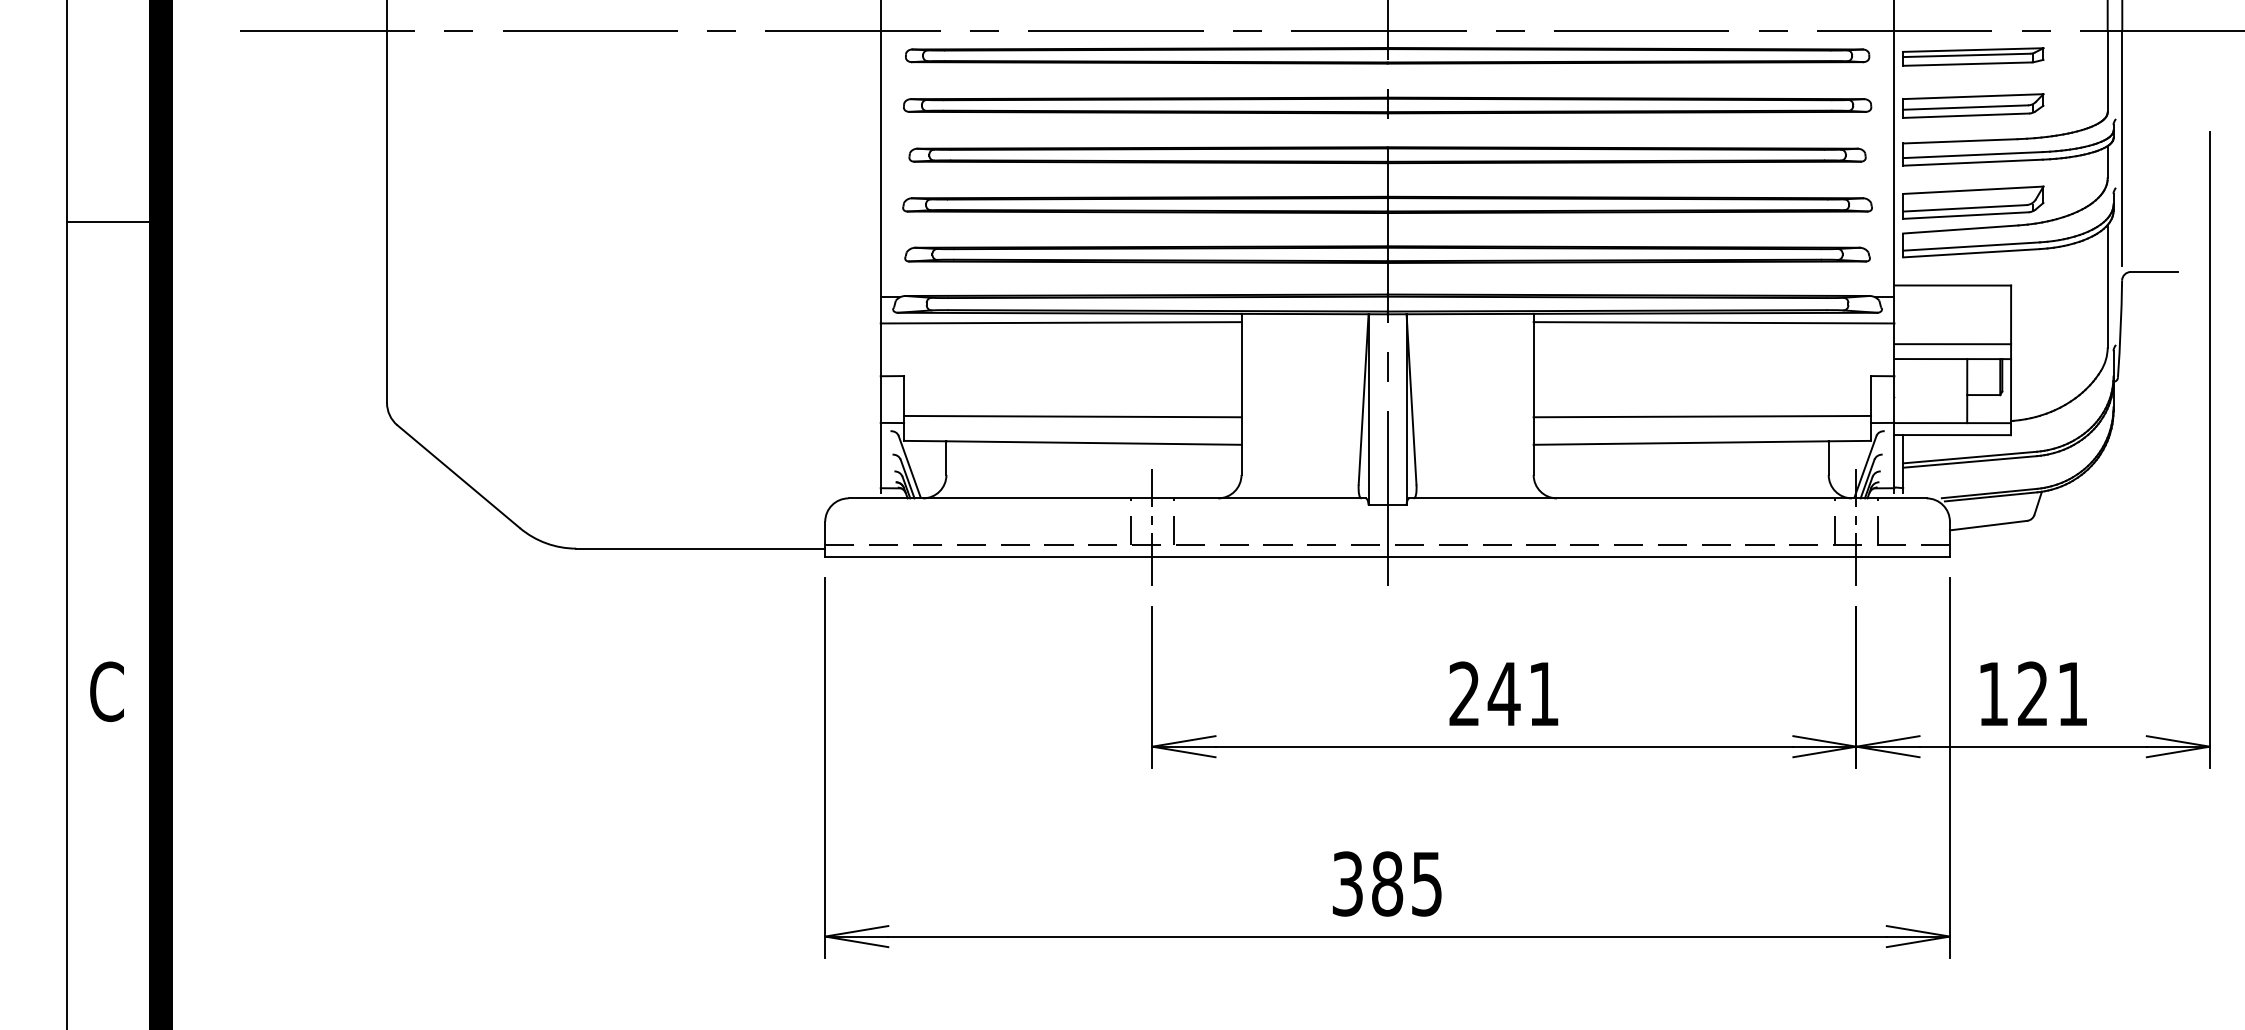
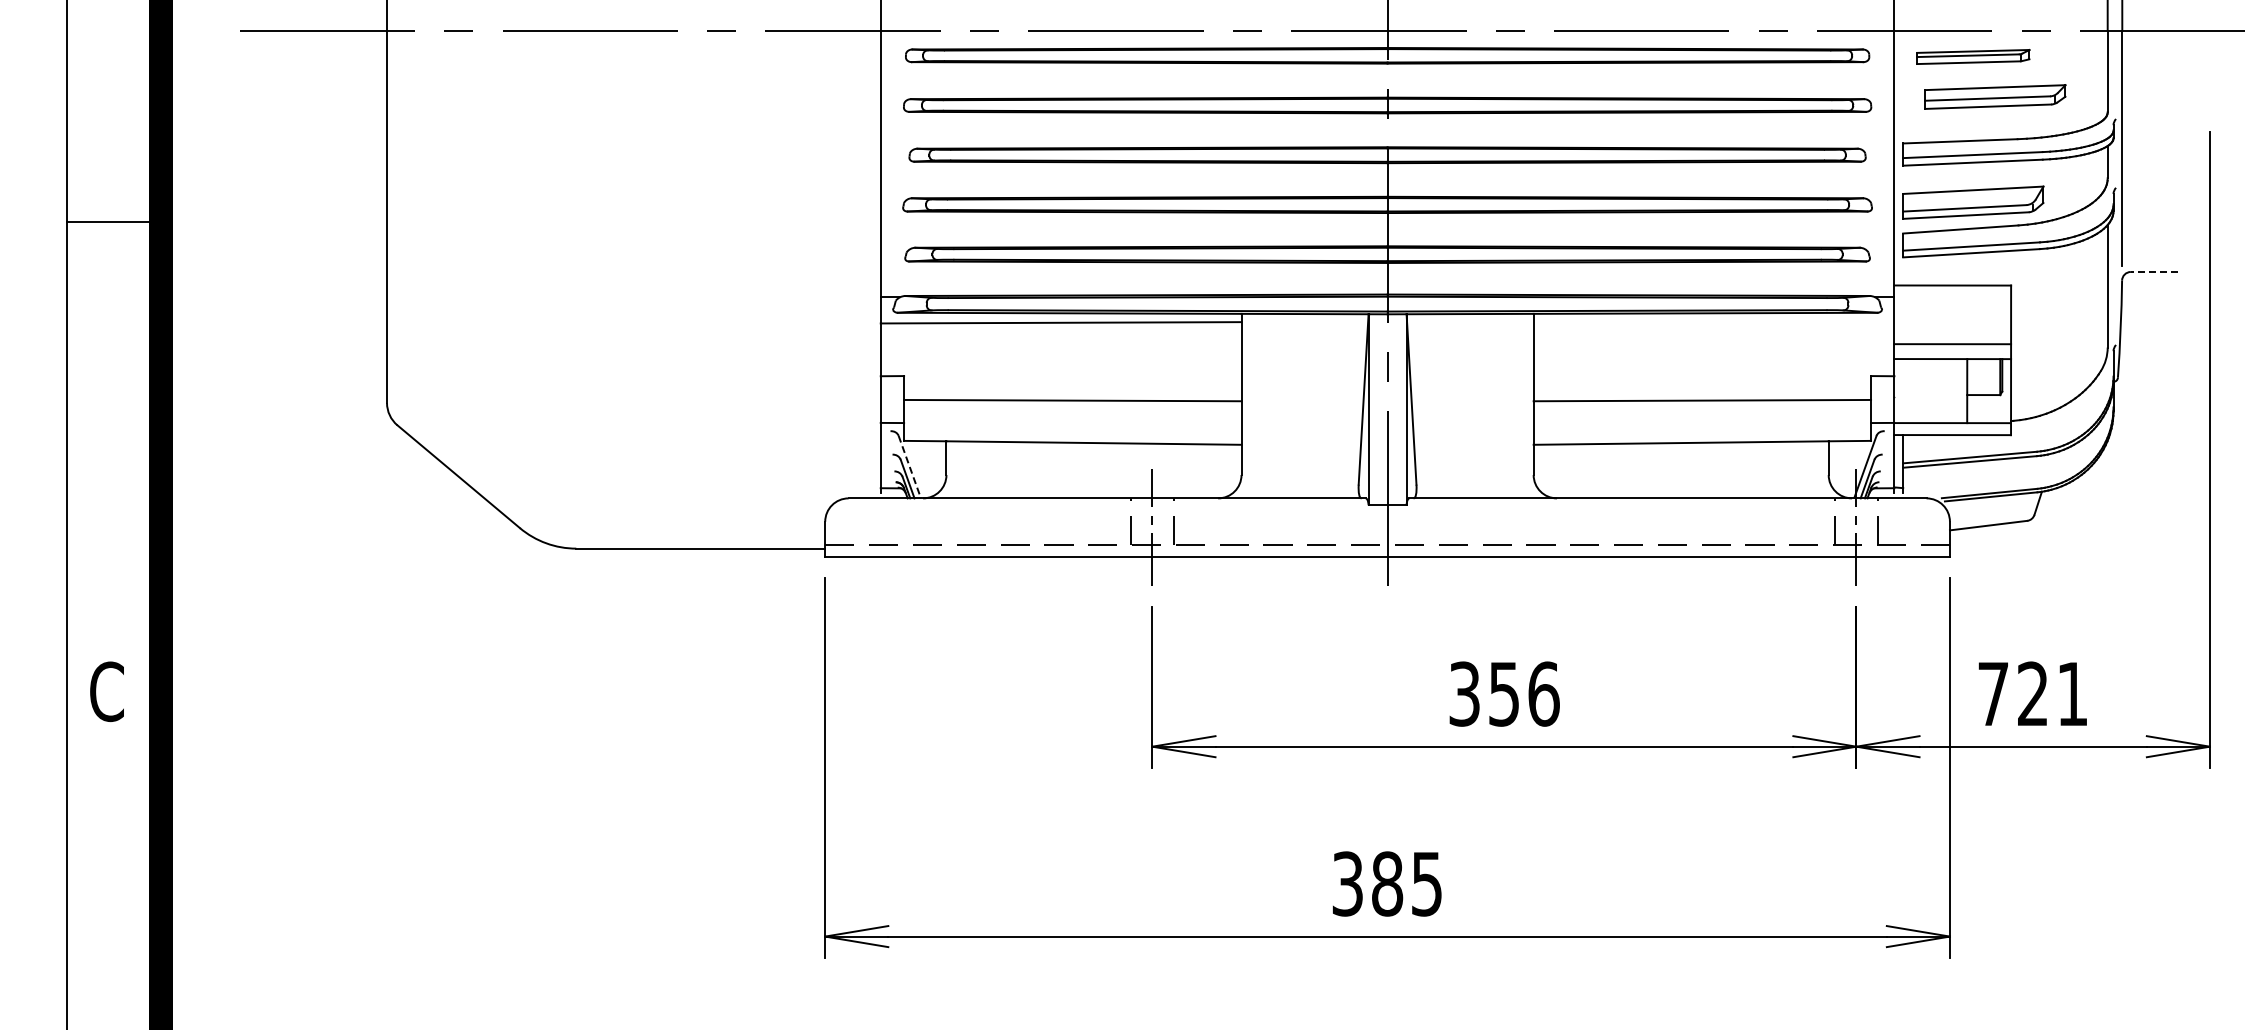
part at (1973, 56) size: 143x20 px -> 115x16 px
part at (1973, 105) position: (1973, 105) -> (1995, 96)
line at (2153, 271): solid -> dashed
line at (1713, 322): present -> none
line at (1072, 416) position: (1072, 416) -> (1072, 400)
line at (1702, 416) position: (1702, 416) -> (1702, 400)
line at (909, 466): solid -> dashed
text at (1504, 693): 241 -> 356
text at (1992, 693): 121 -> 721
